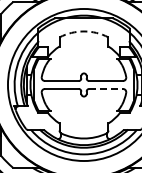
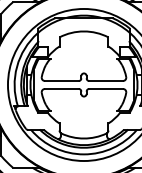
arc at (84, 31): dashed -> solid
line at (106, 88): dashed -> solid
